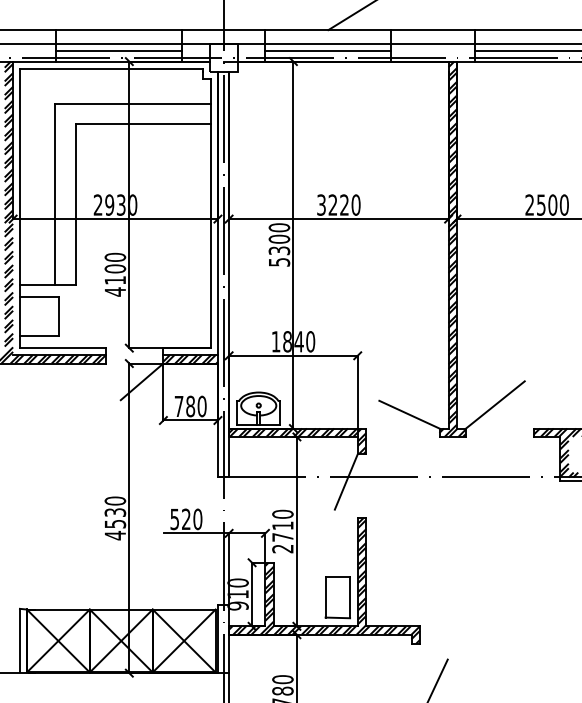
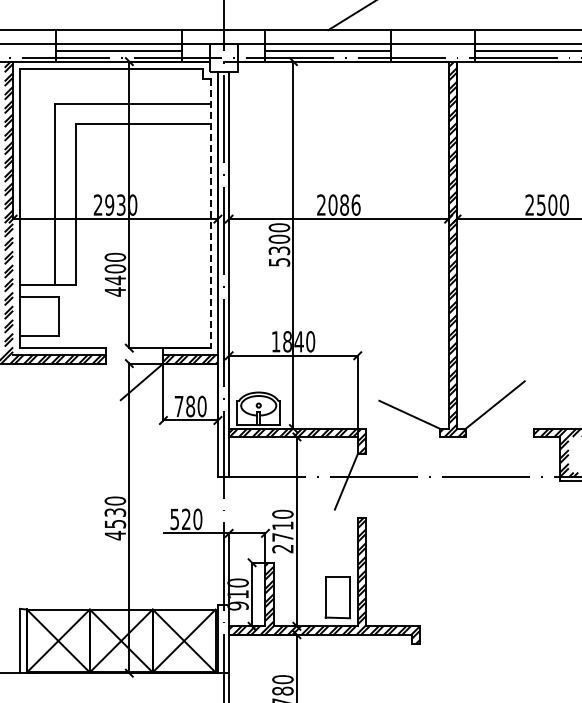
text at (338, 204): 3220 -> 2086
line at (210, 213): solid -> dashed
text at (114, 280): 4100 -> 4400
line at (437, 679): present -> none
